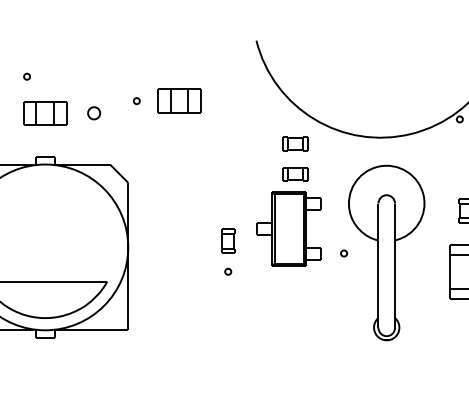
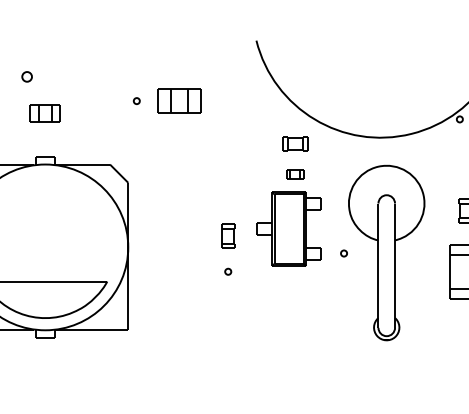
part at (26, 76) size: 8x9 px -> 12x12 px
part at (45, 113) size: 45x25 px -> 32x19 px
part at (94, 113): present -> none
part at (295, 174) size: 27x15 px -> 19x11 px
part at (228, 240) position: (228, 240) -> (228, 235)
